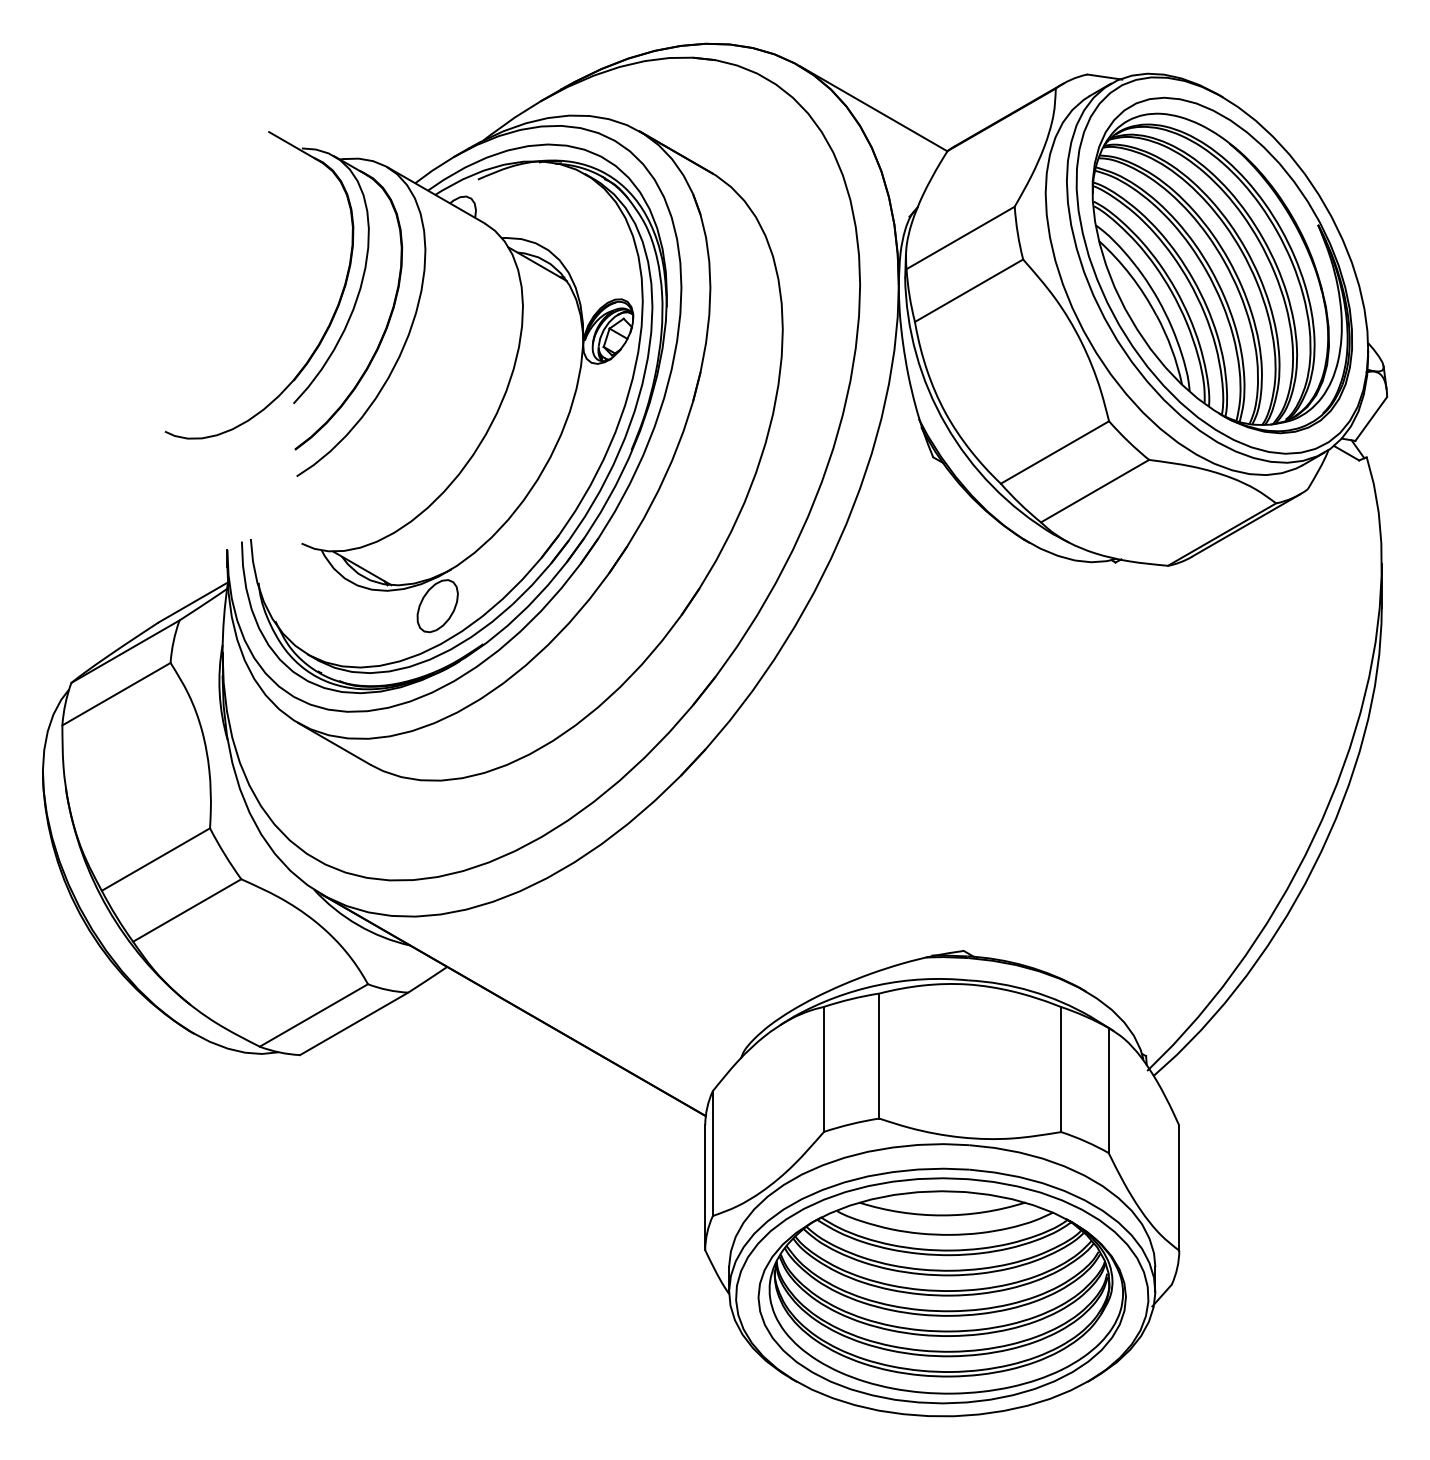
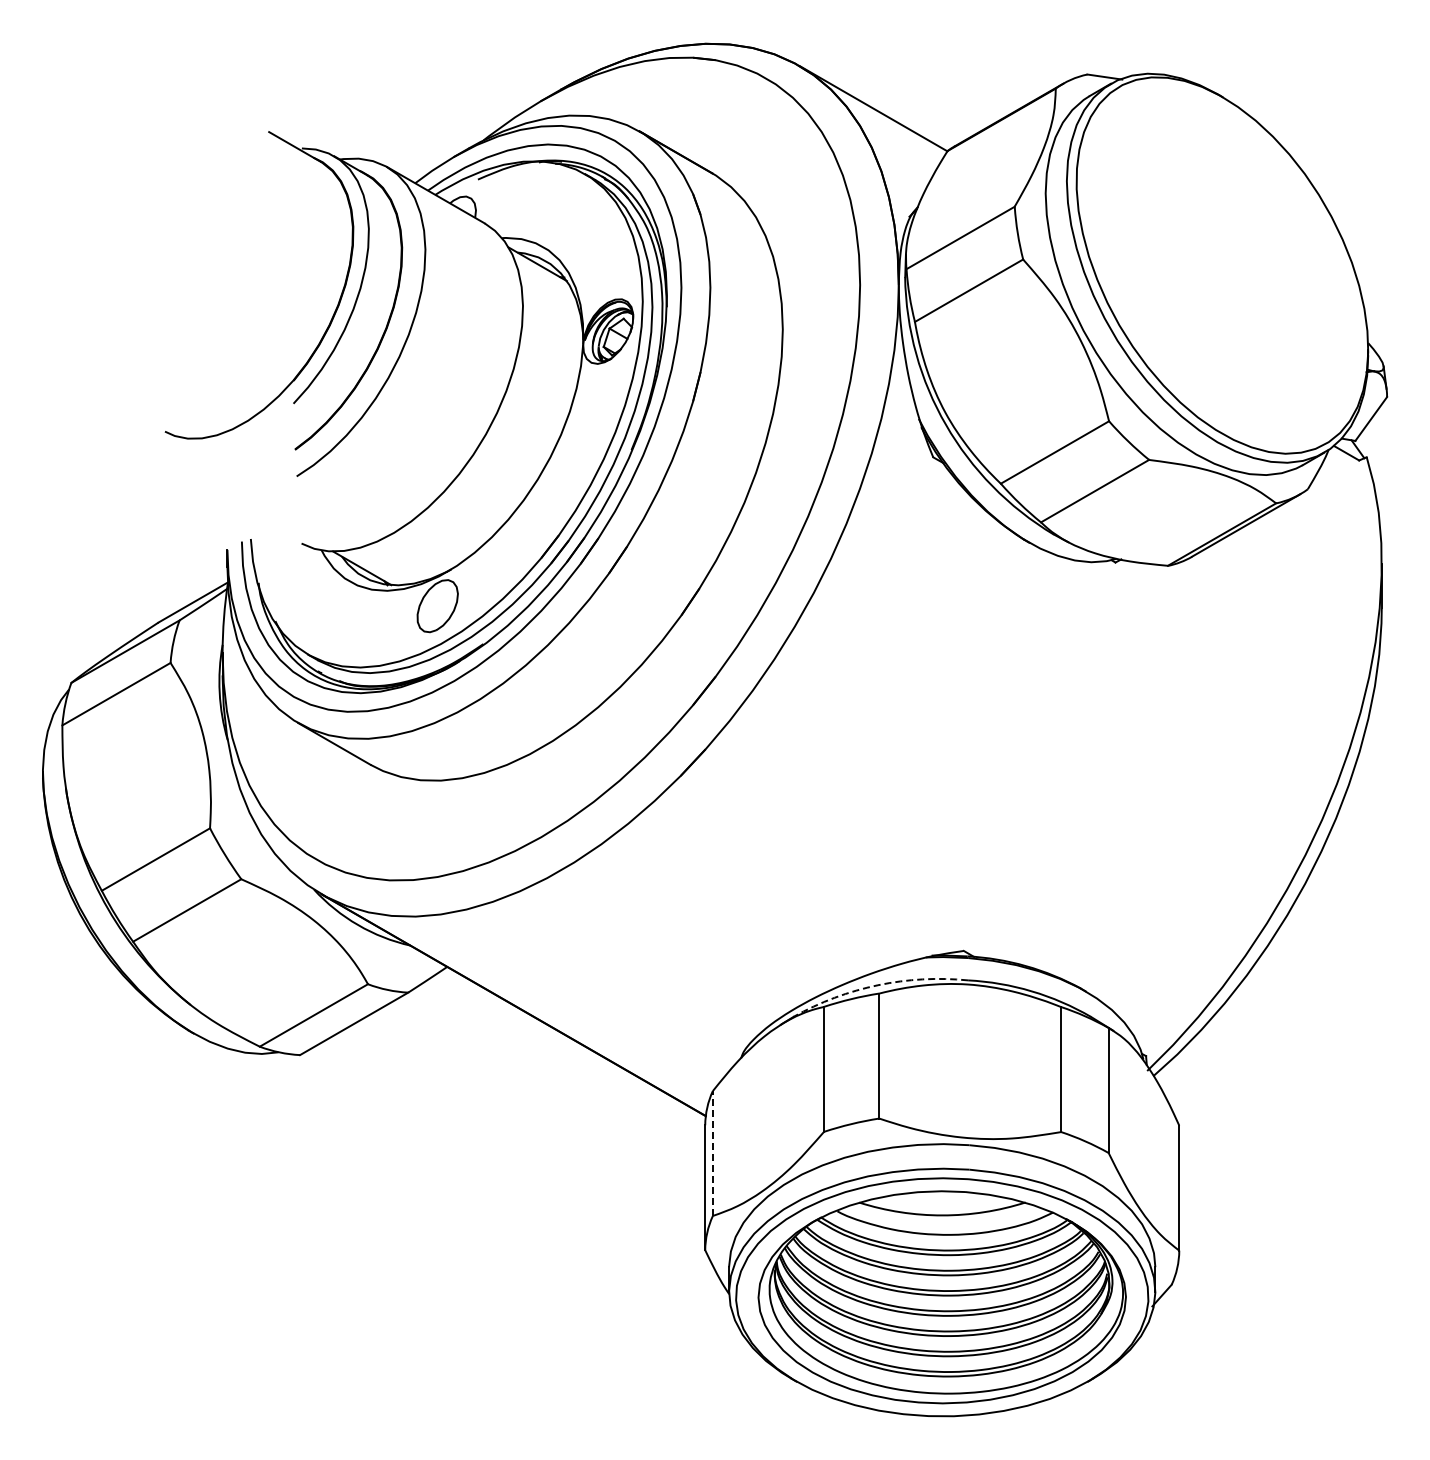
part at (1221, 265): present -> none
arc at (878, 985): solid -> dashed
line at (712, 1153): solid -> dashed
